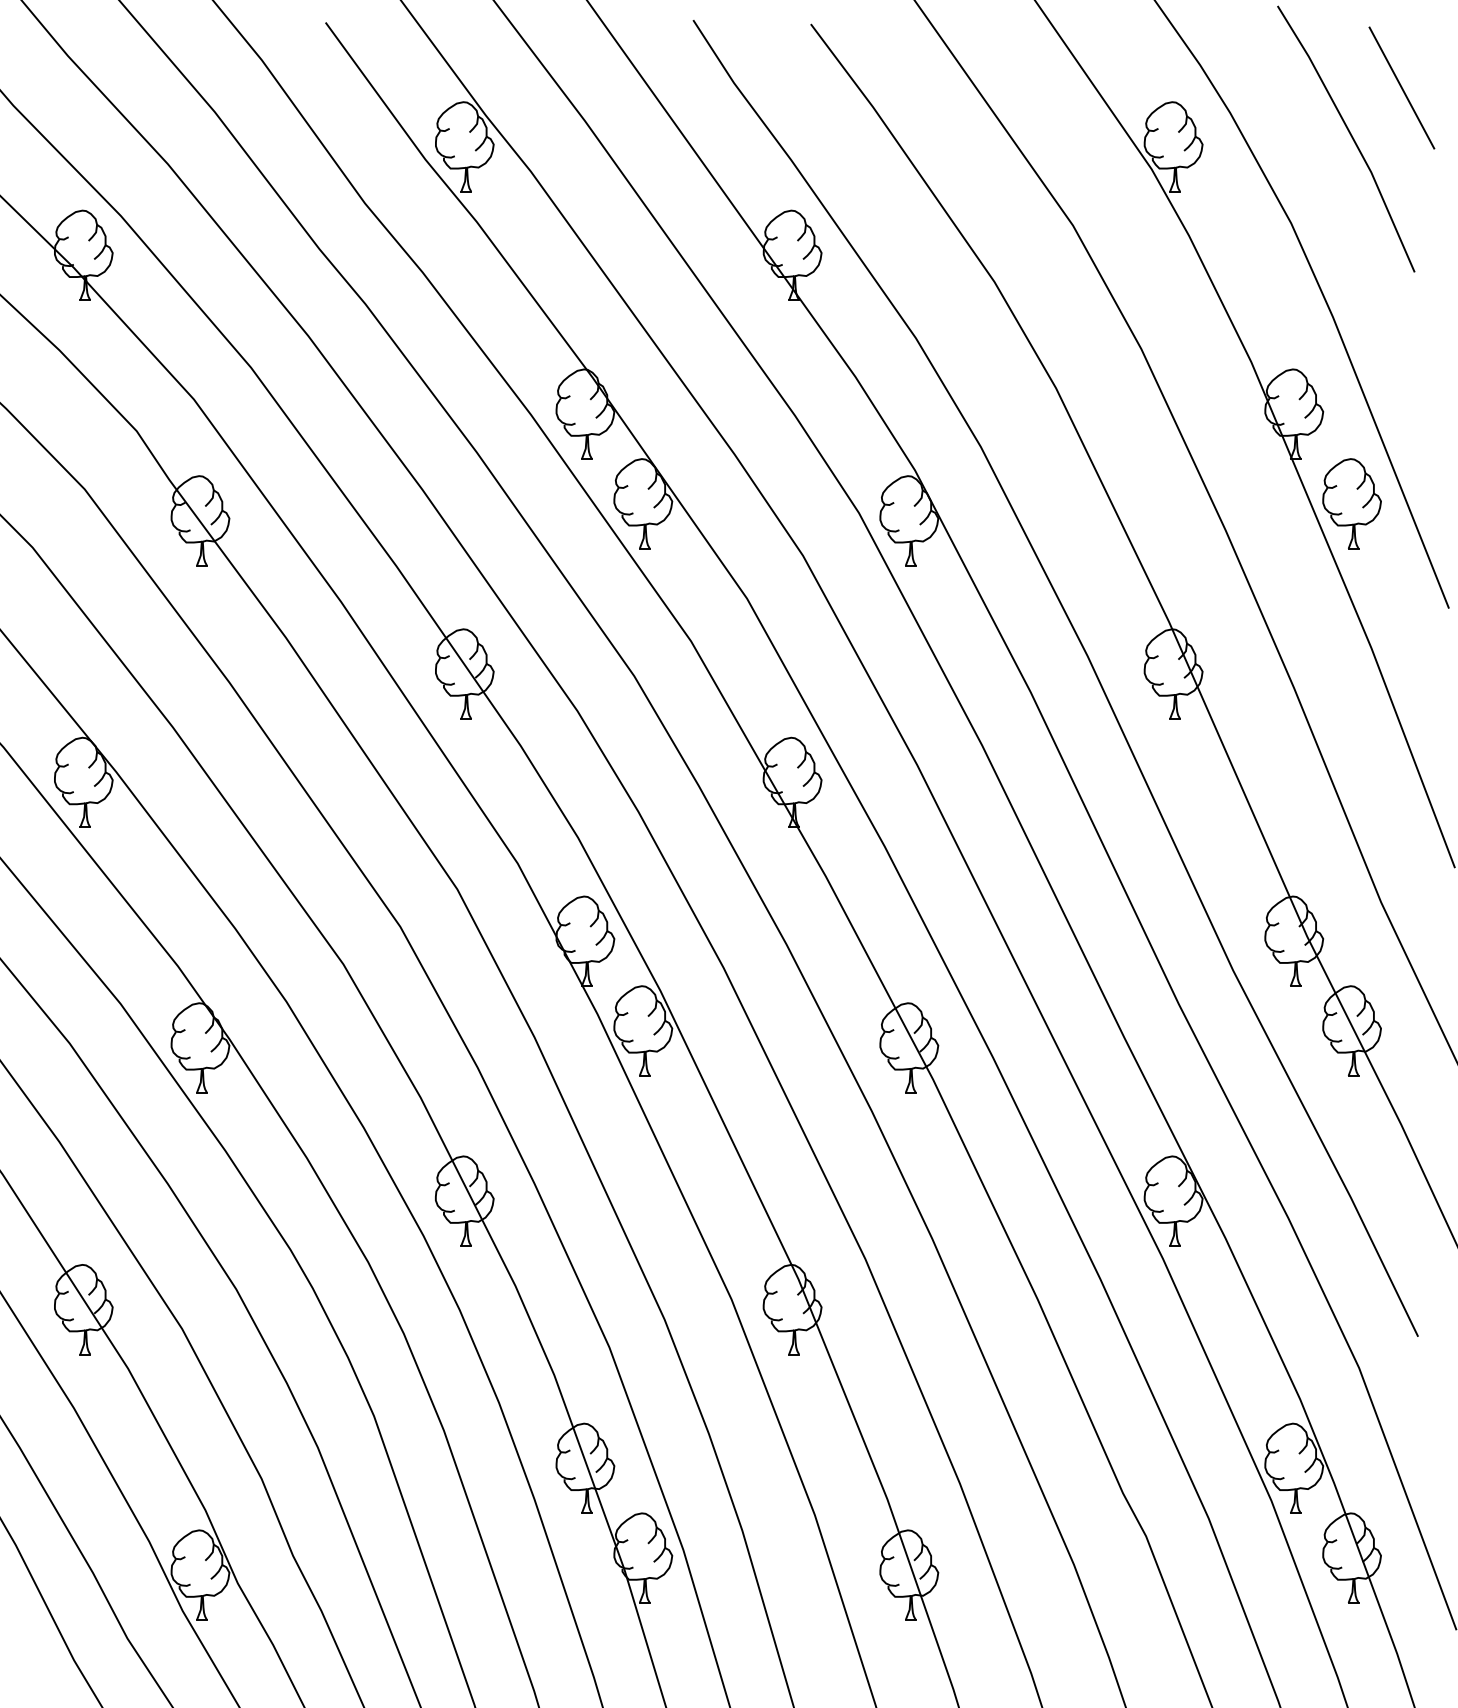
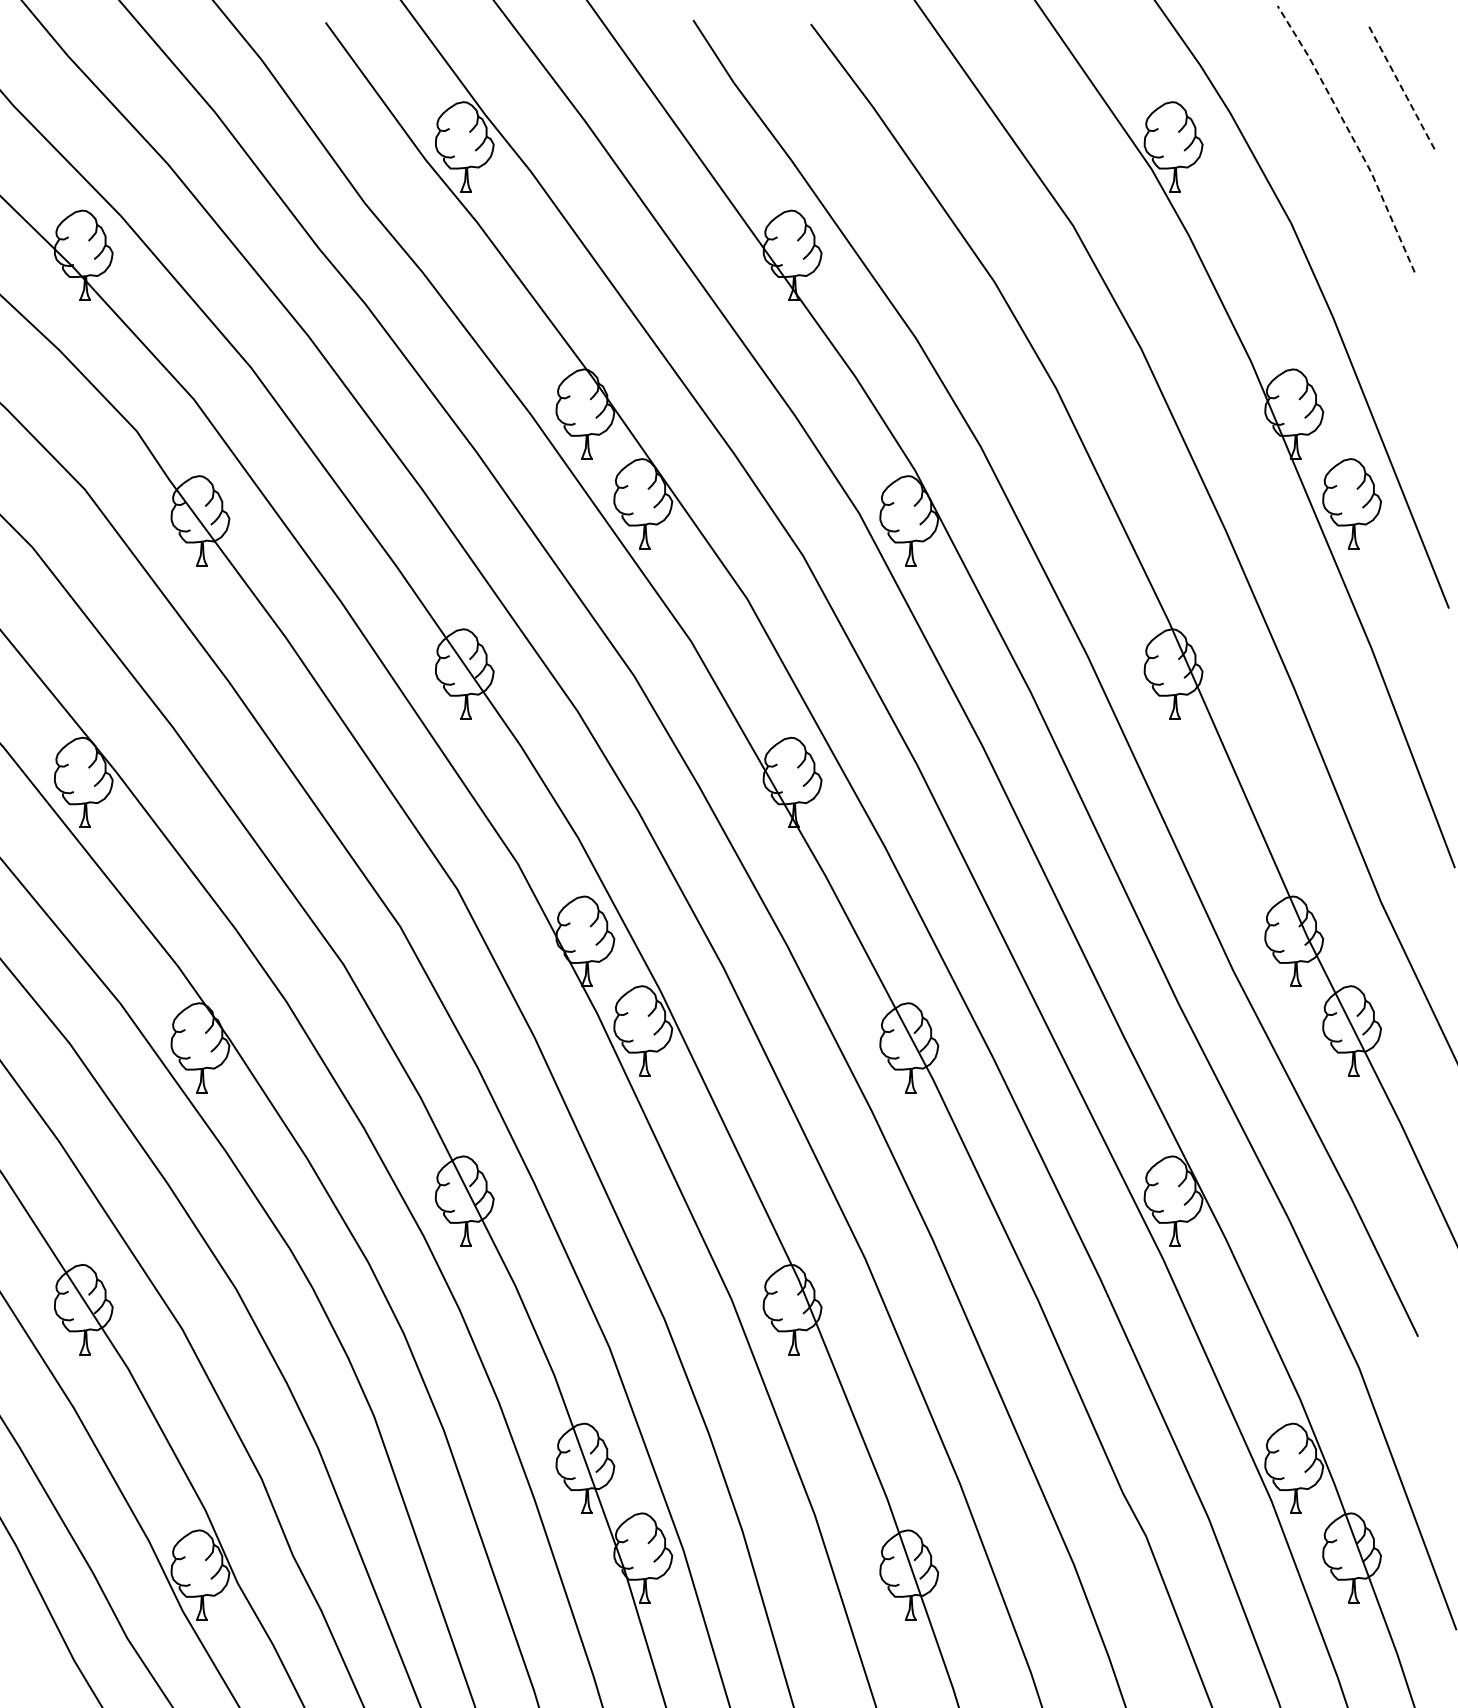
line at (1401, 87): solid -> dashed
line at (1351, 136): solid -> dashed
